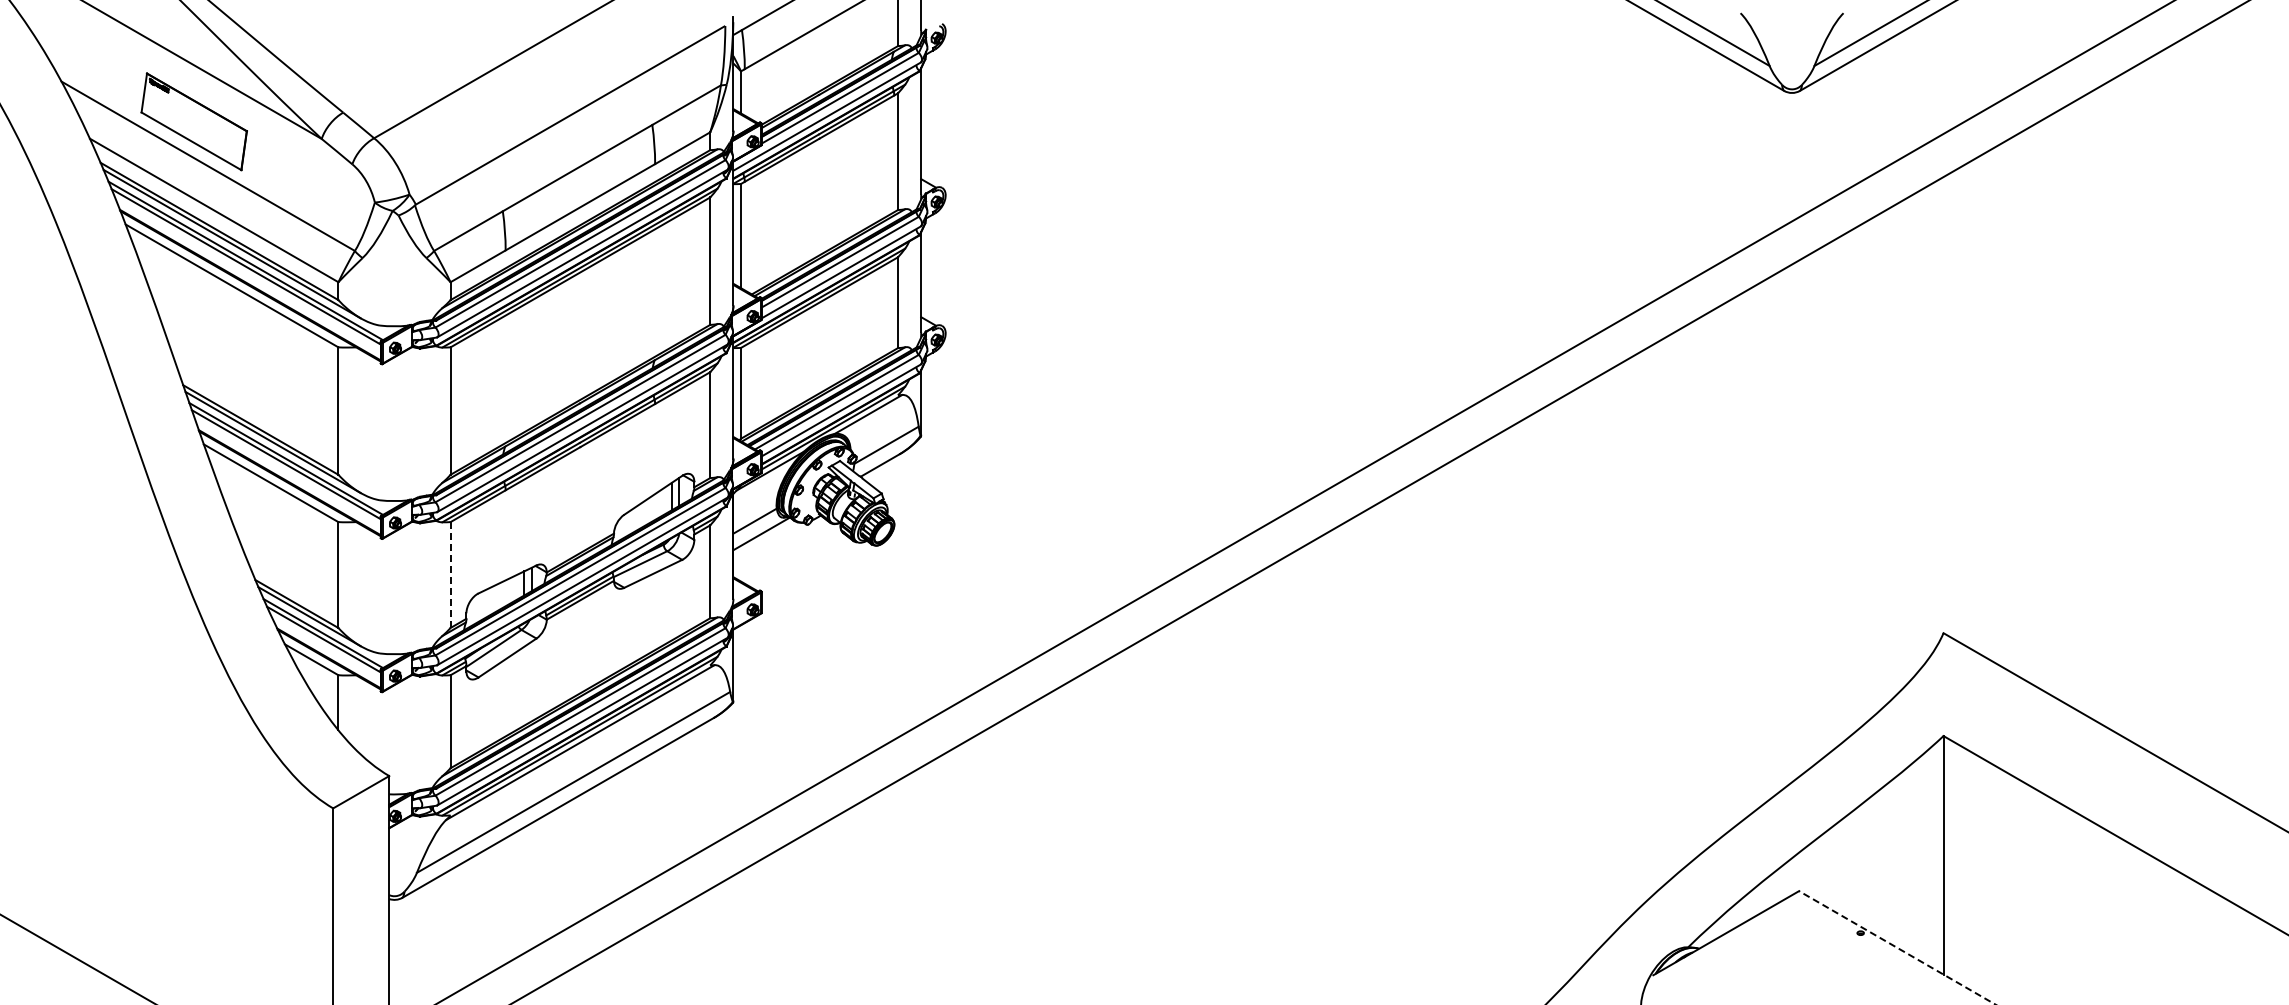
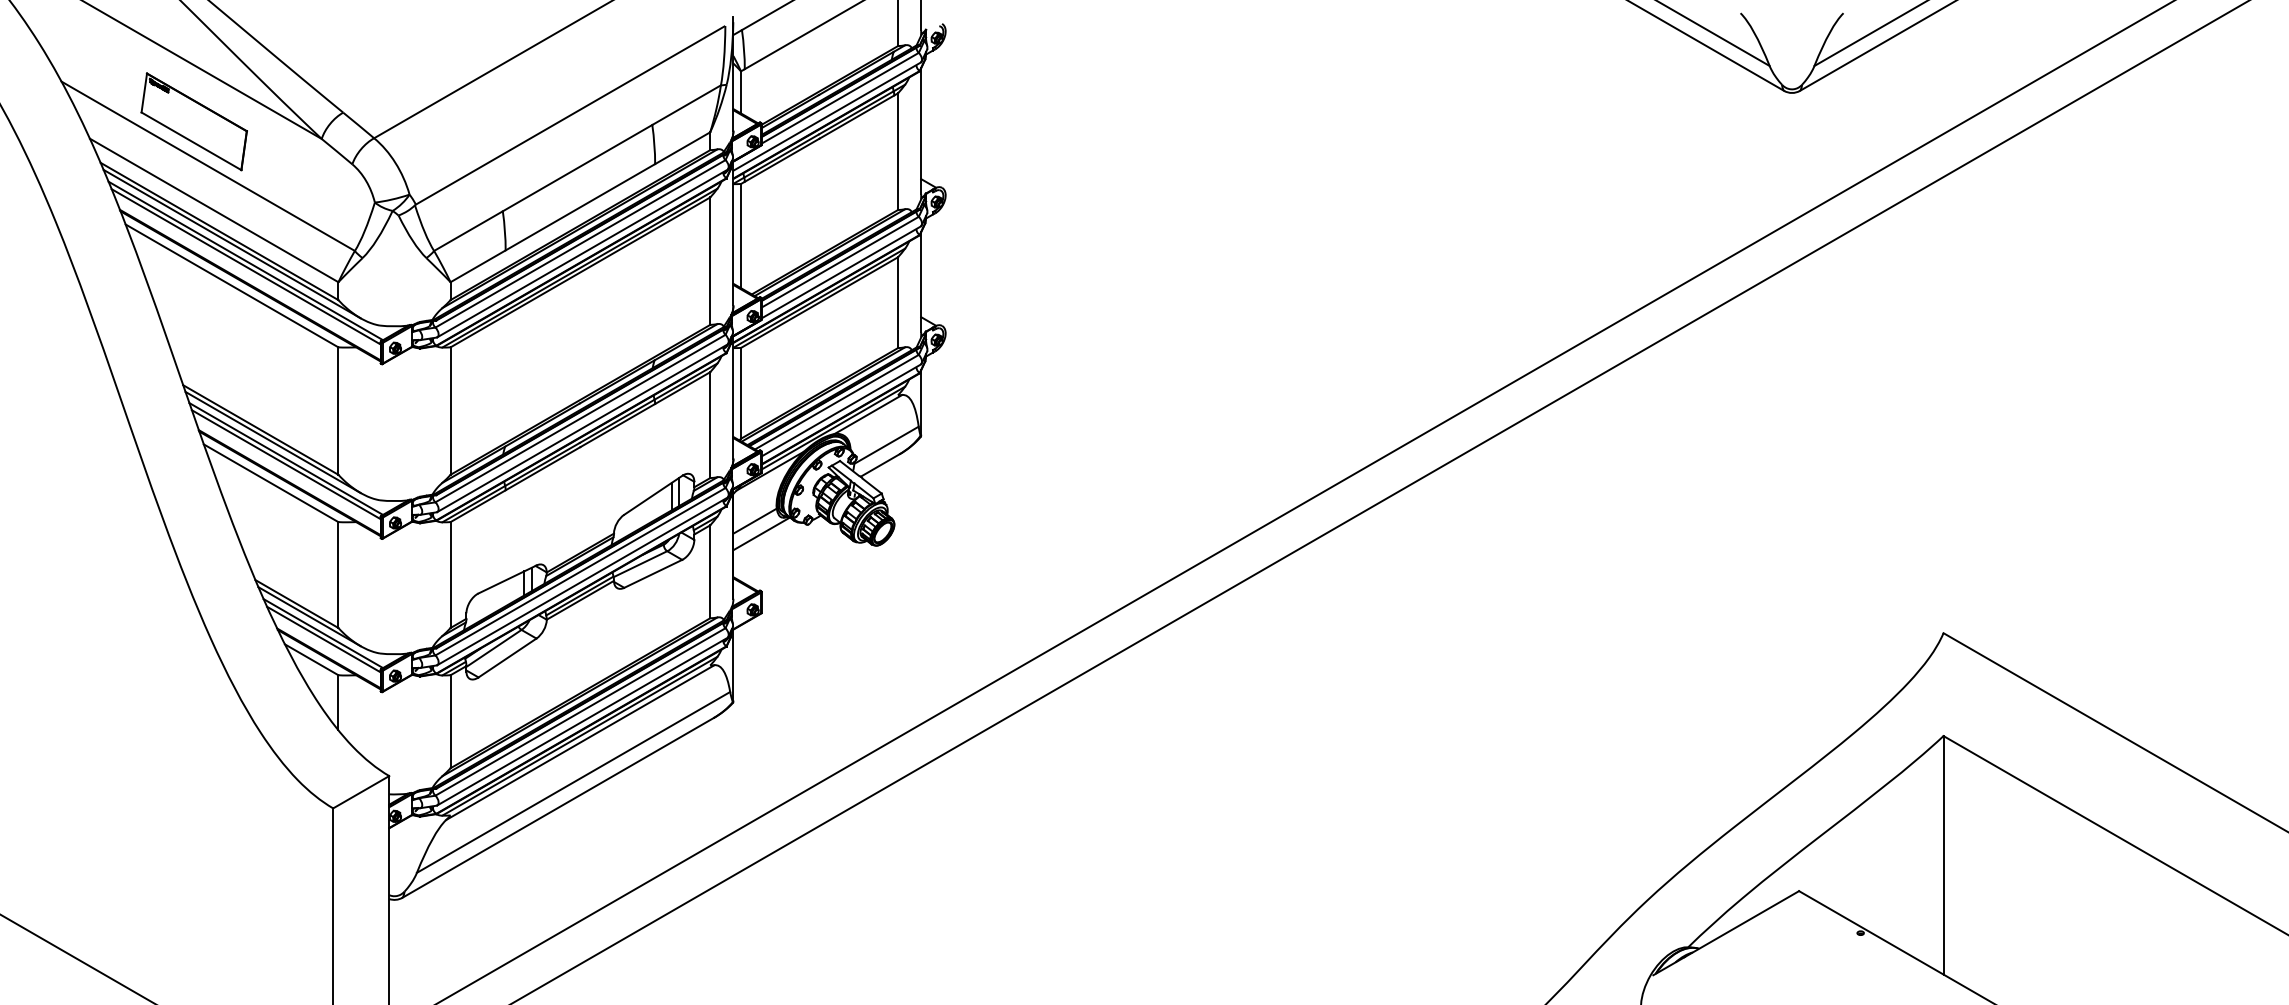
line at (450, 575): dashed -> solid
line at (1897, 947): dashed -> solid
